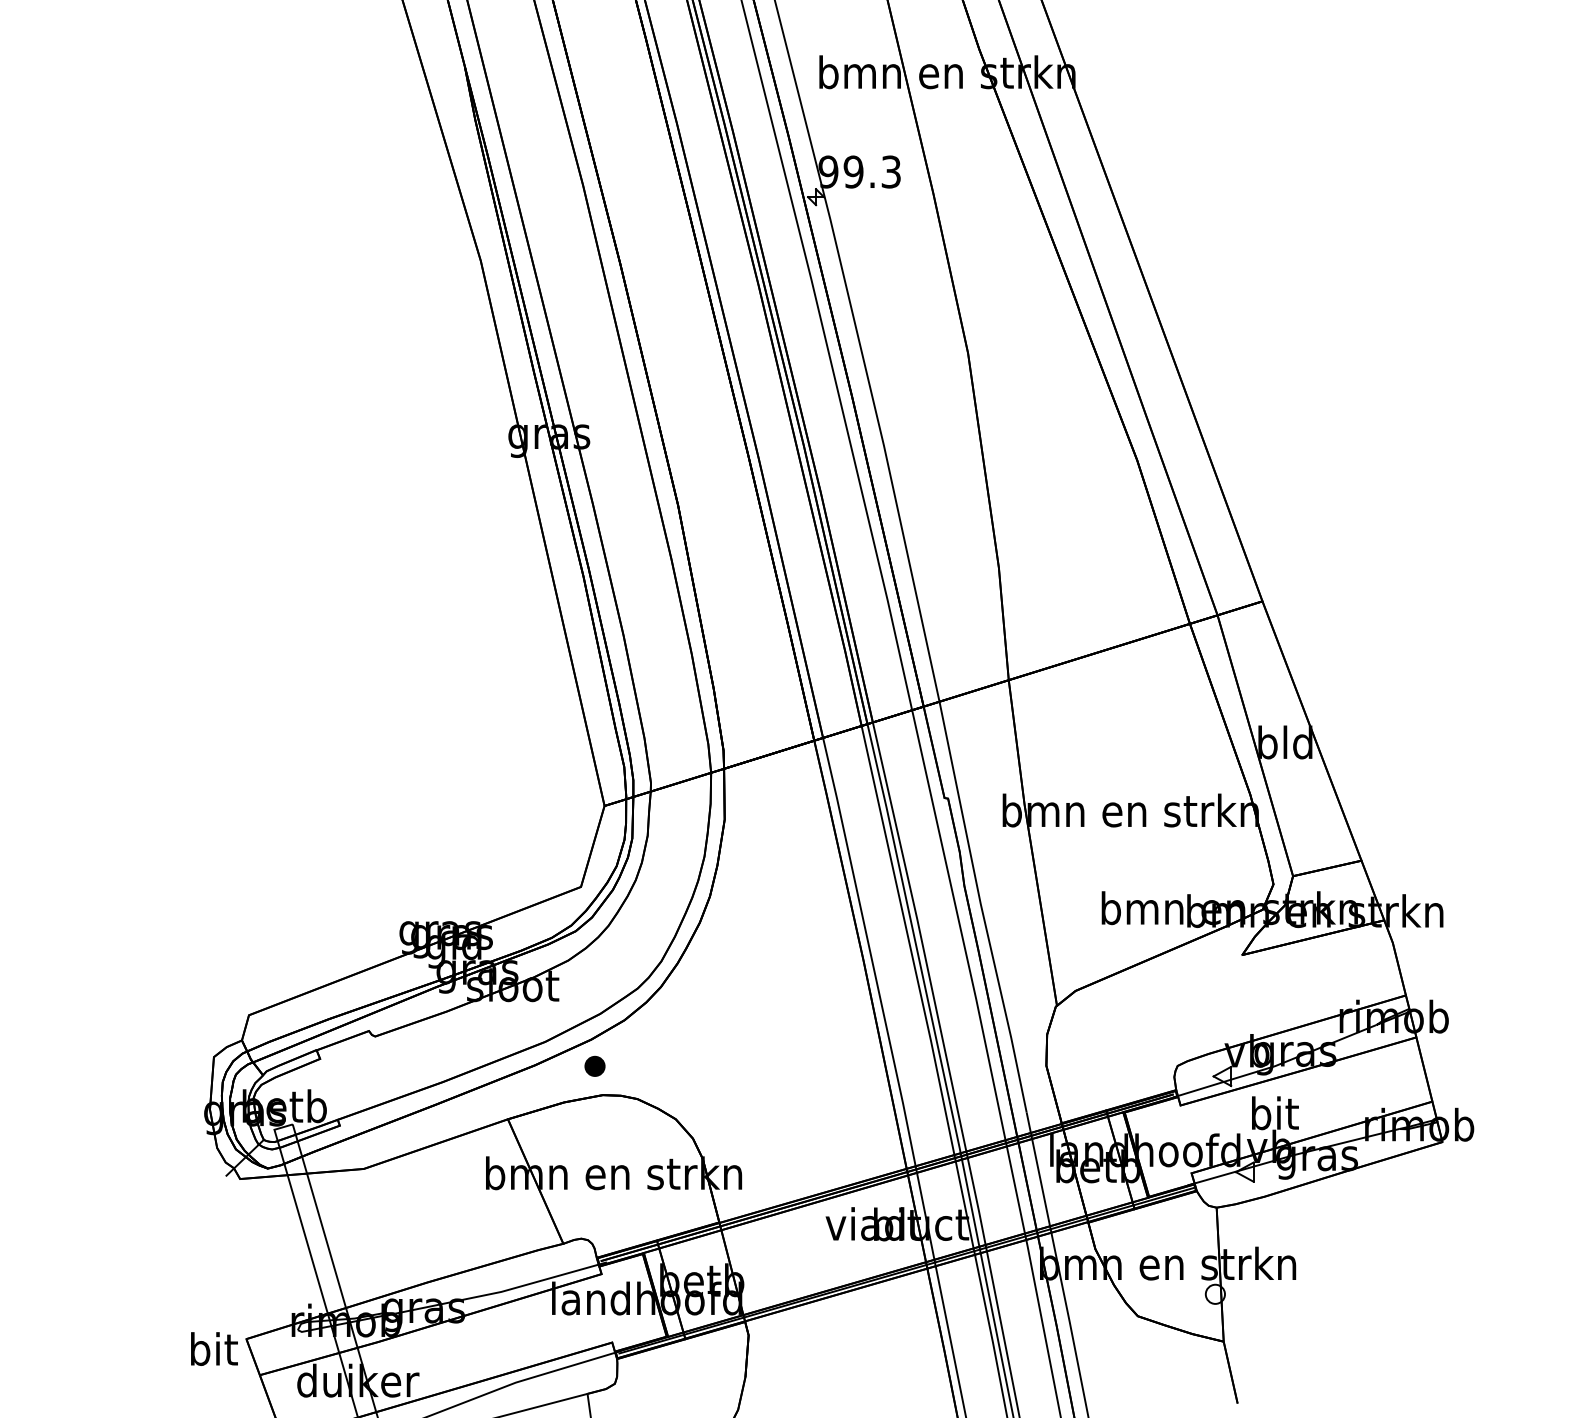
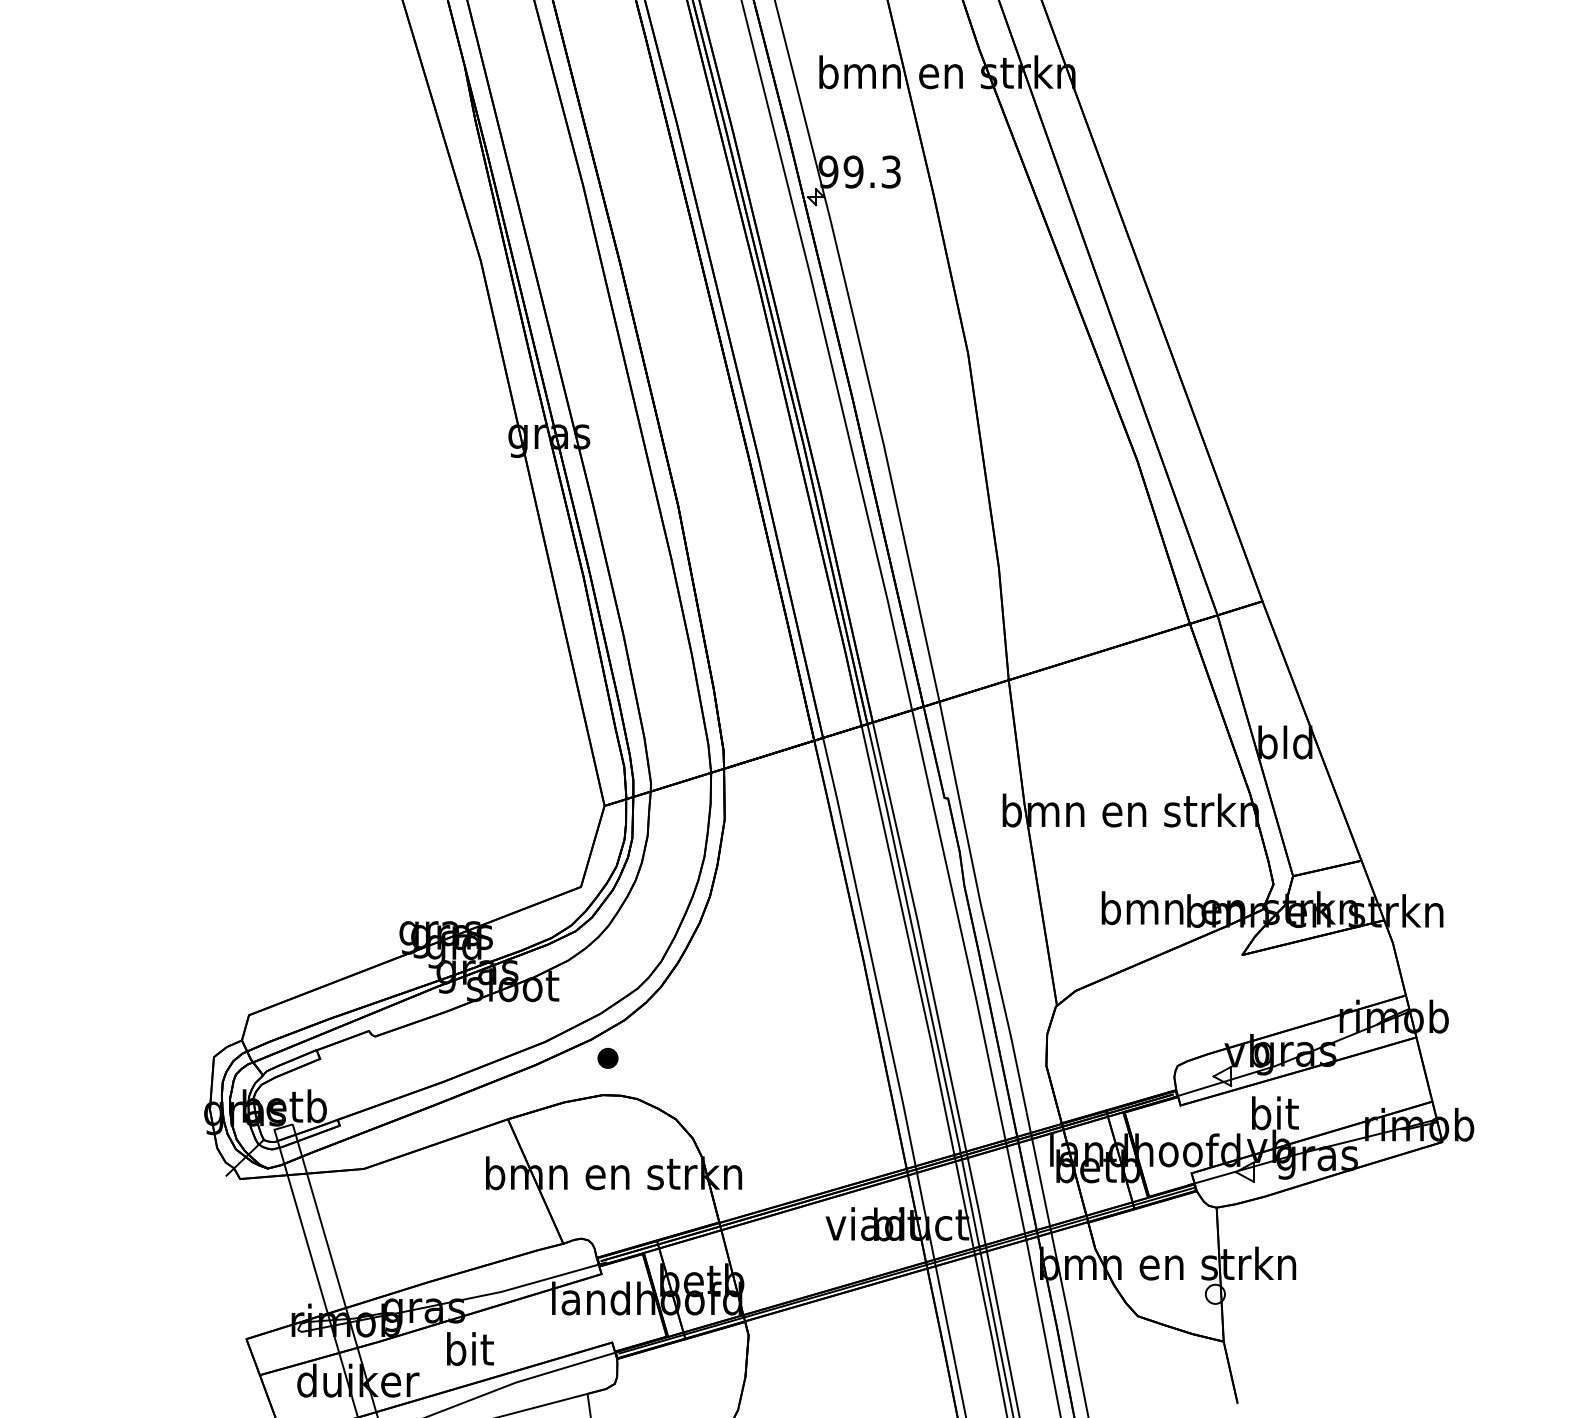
part at (594, 1065) position: (594, 1065) -> (607, 1057)
text at (214, 1348) position: (214, 1348) -> (470, 1348)
